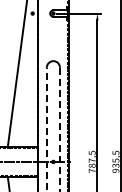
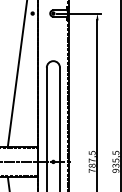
line at (46, 129): dashed -> solid
line at (60, 129): dashed -> solid
